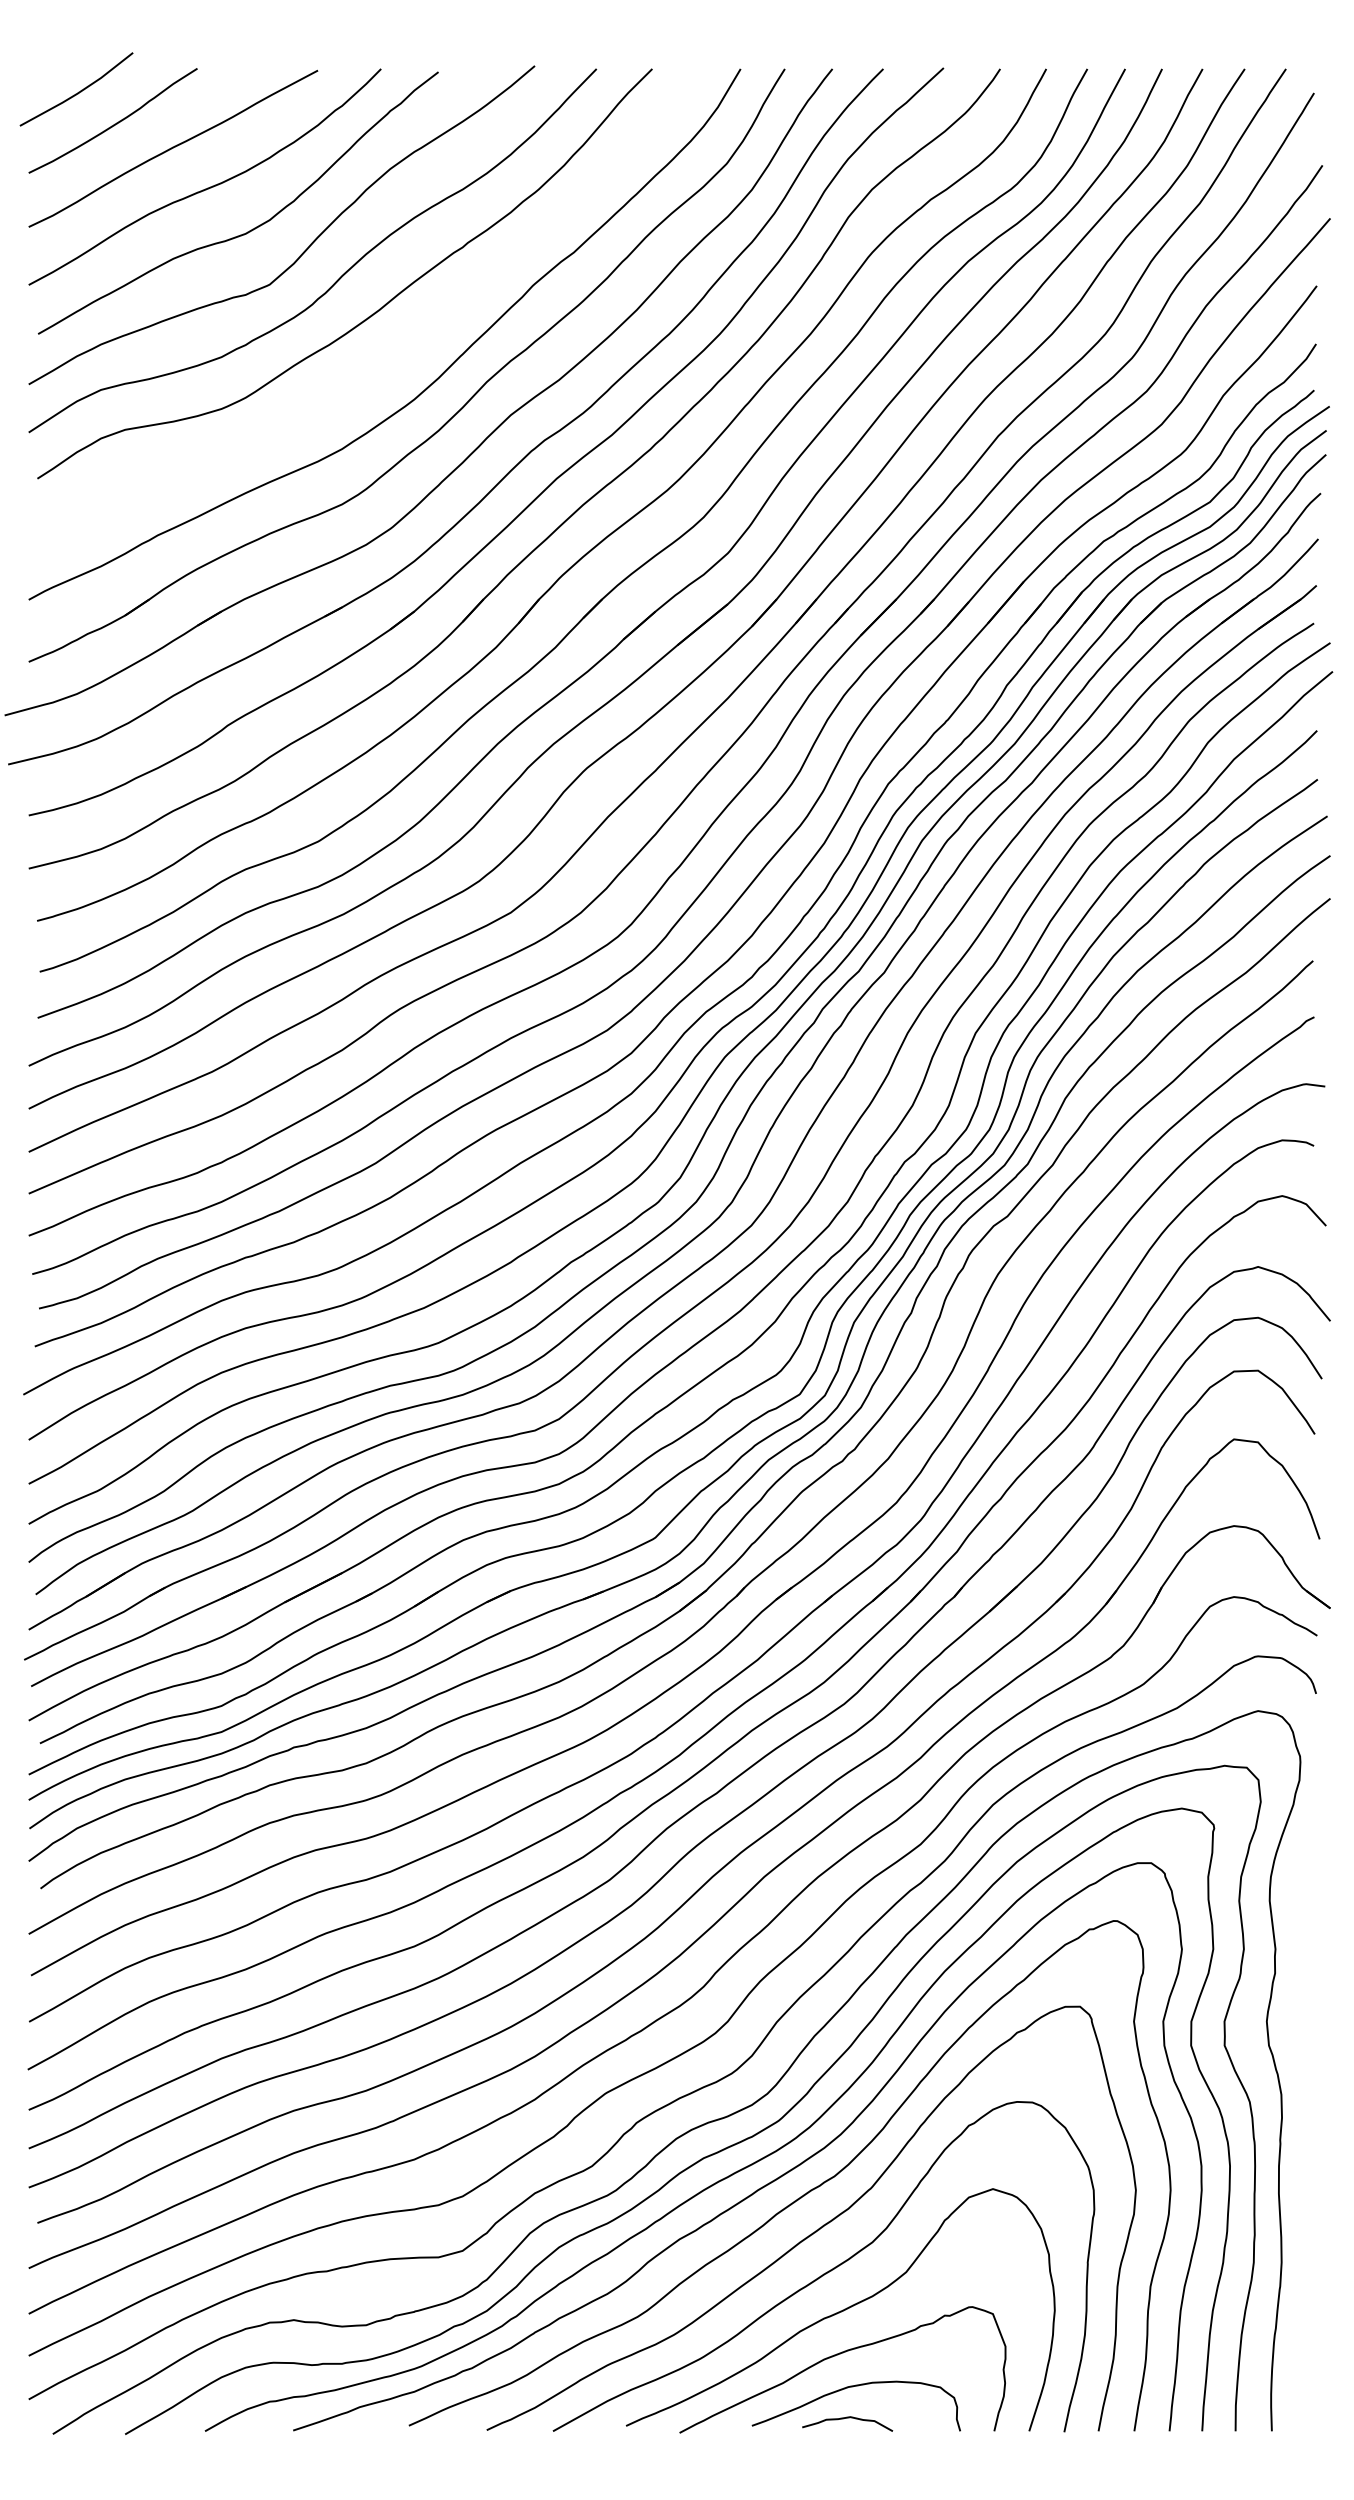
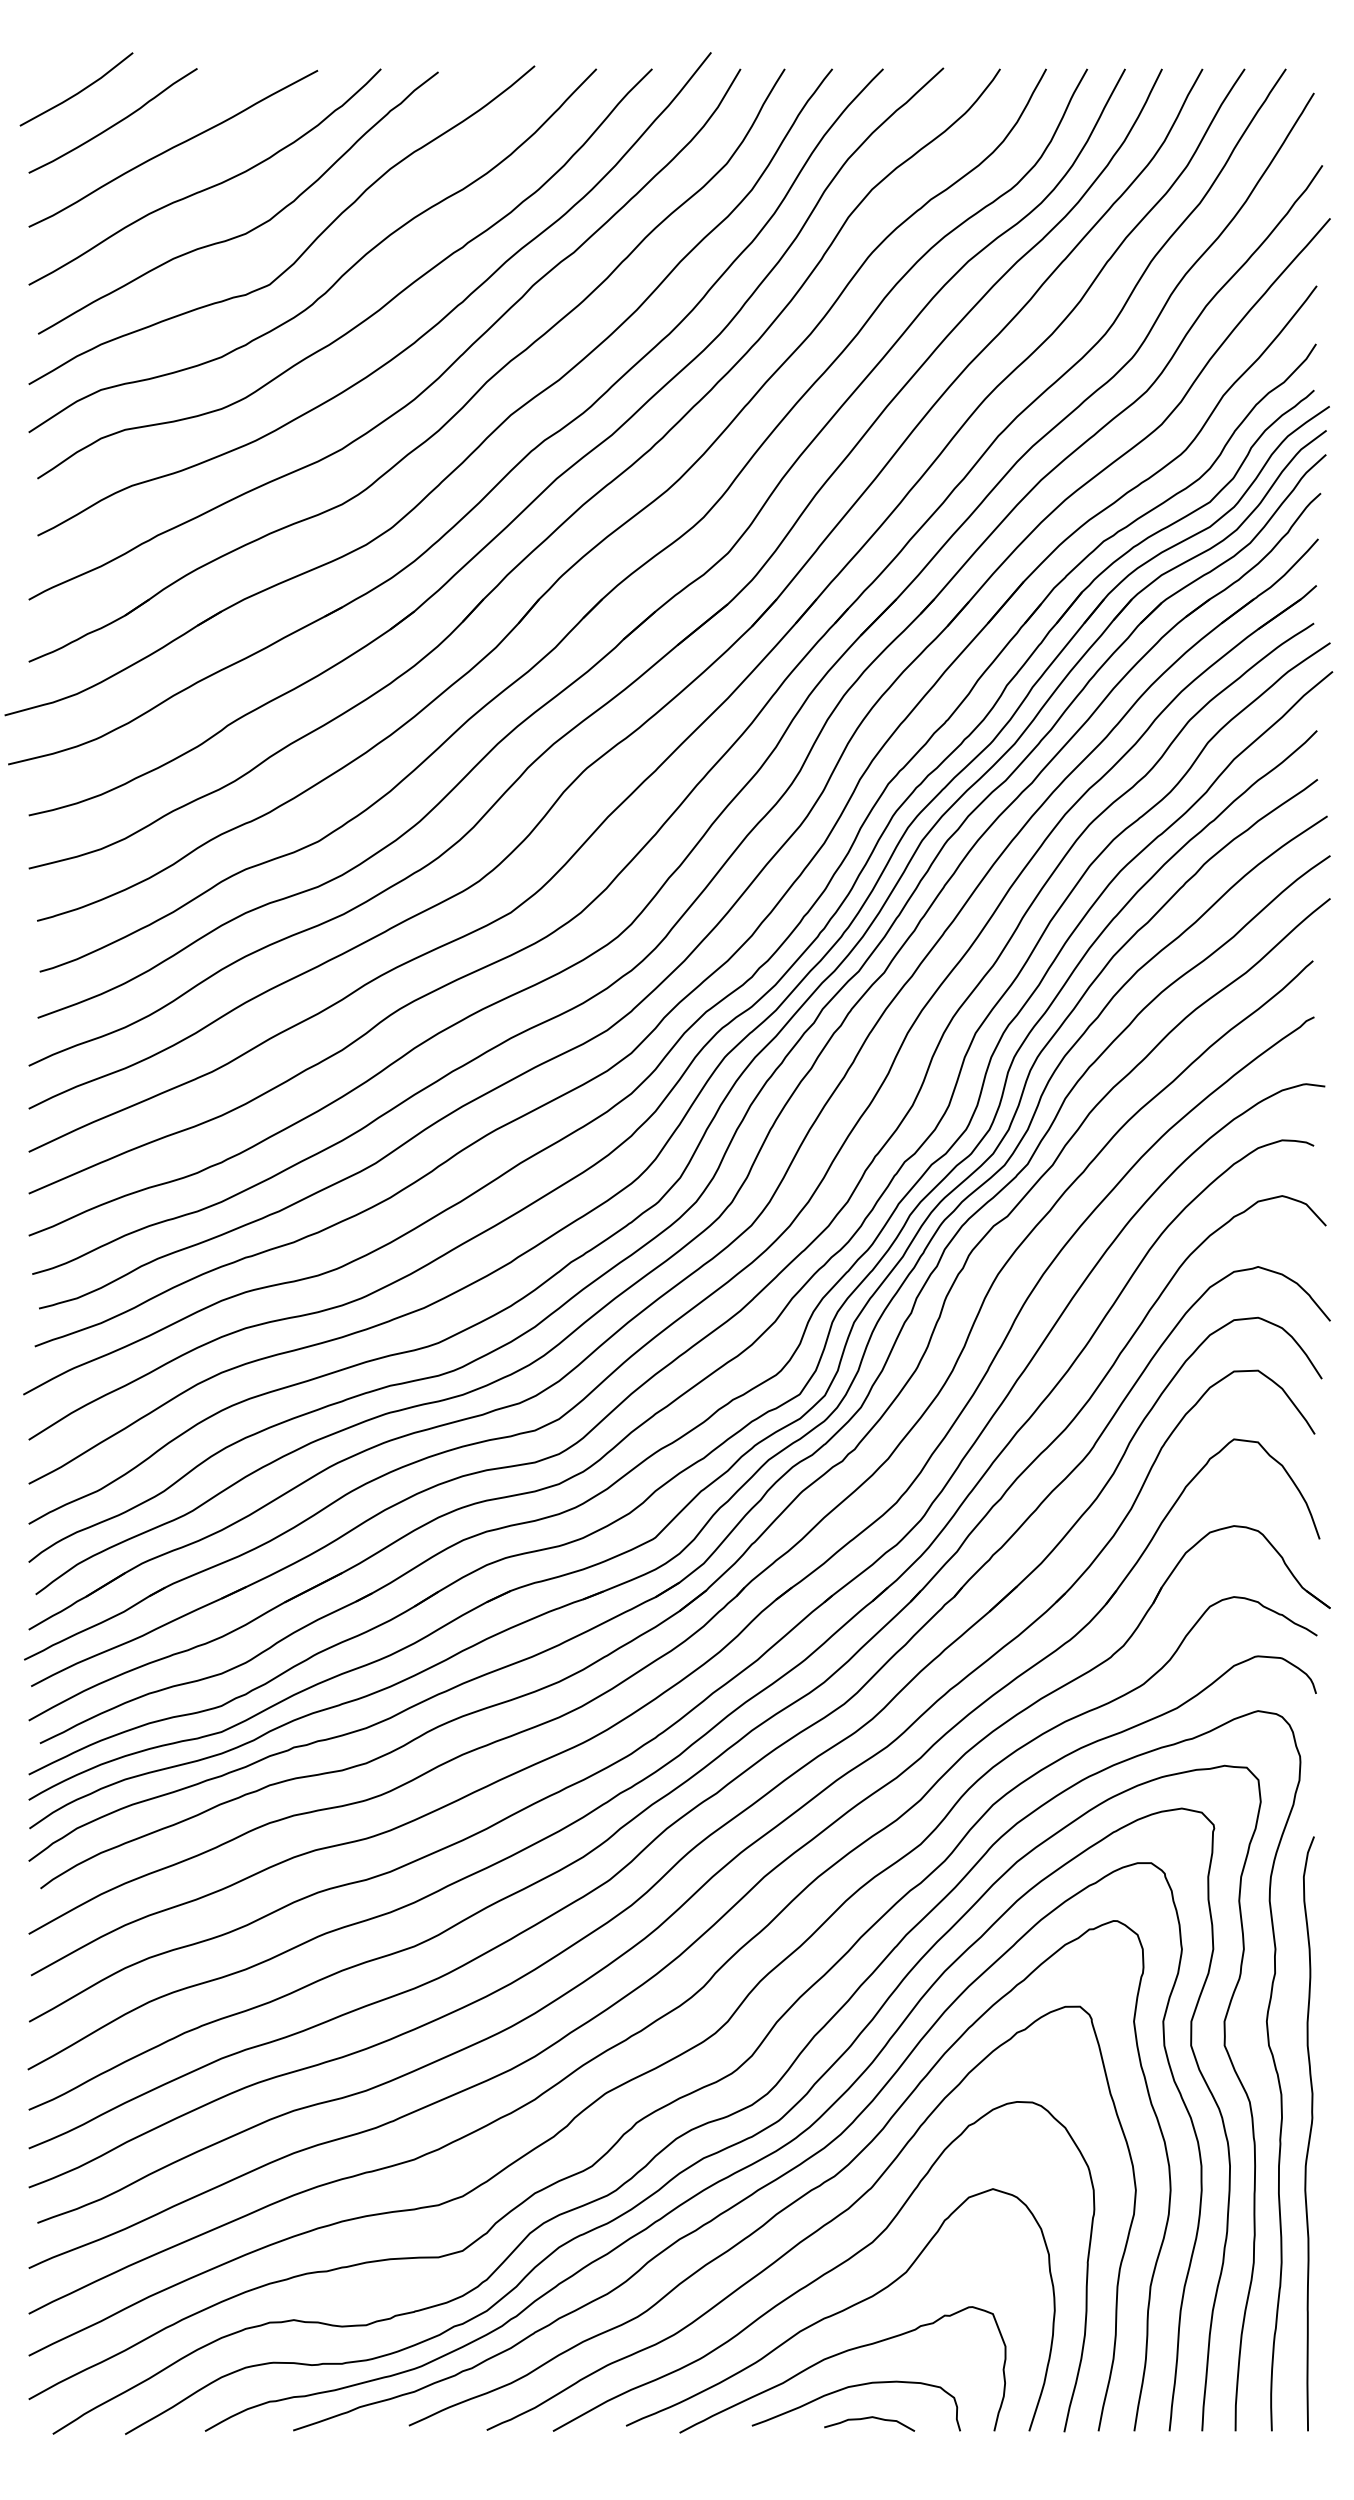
curve at (411, 343): none -> present
curve at (1309, 2133): none -> present
curve at (847, 2418) position: (847, 2418) -> (869, 2418)
